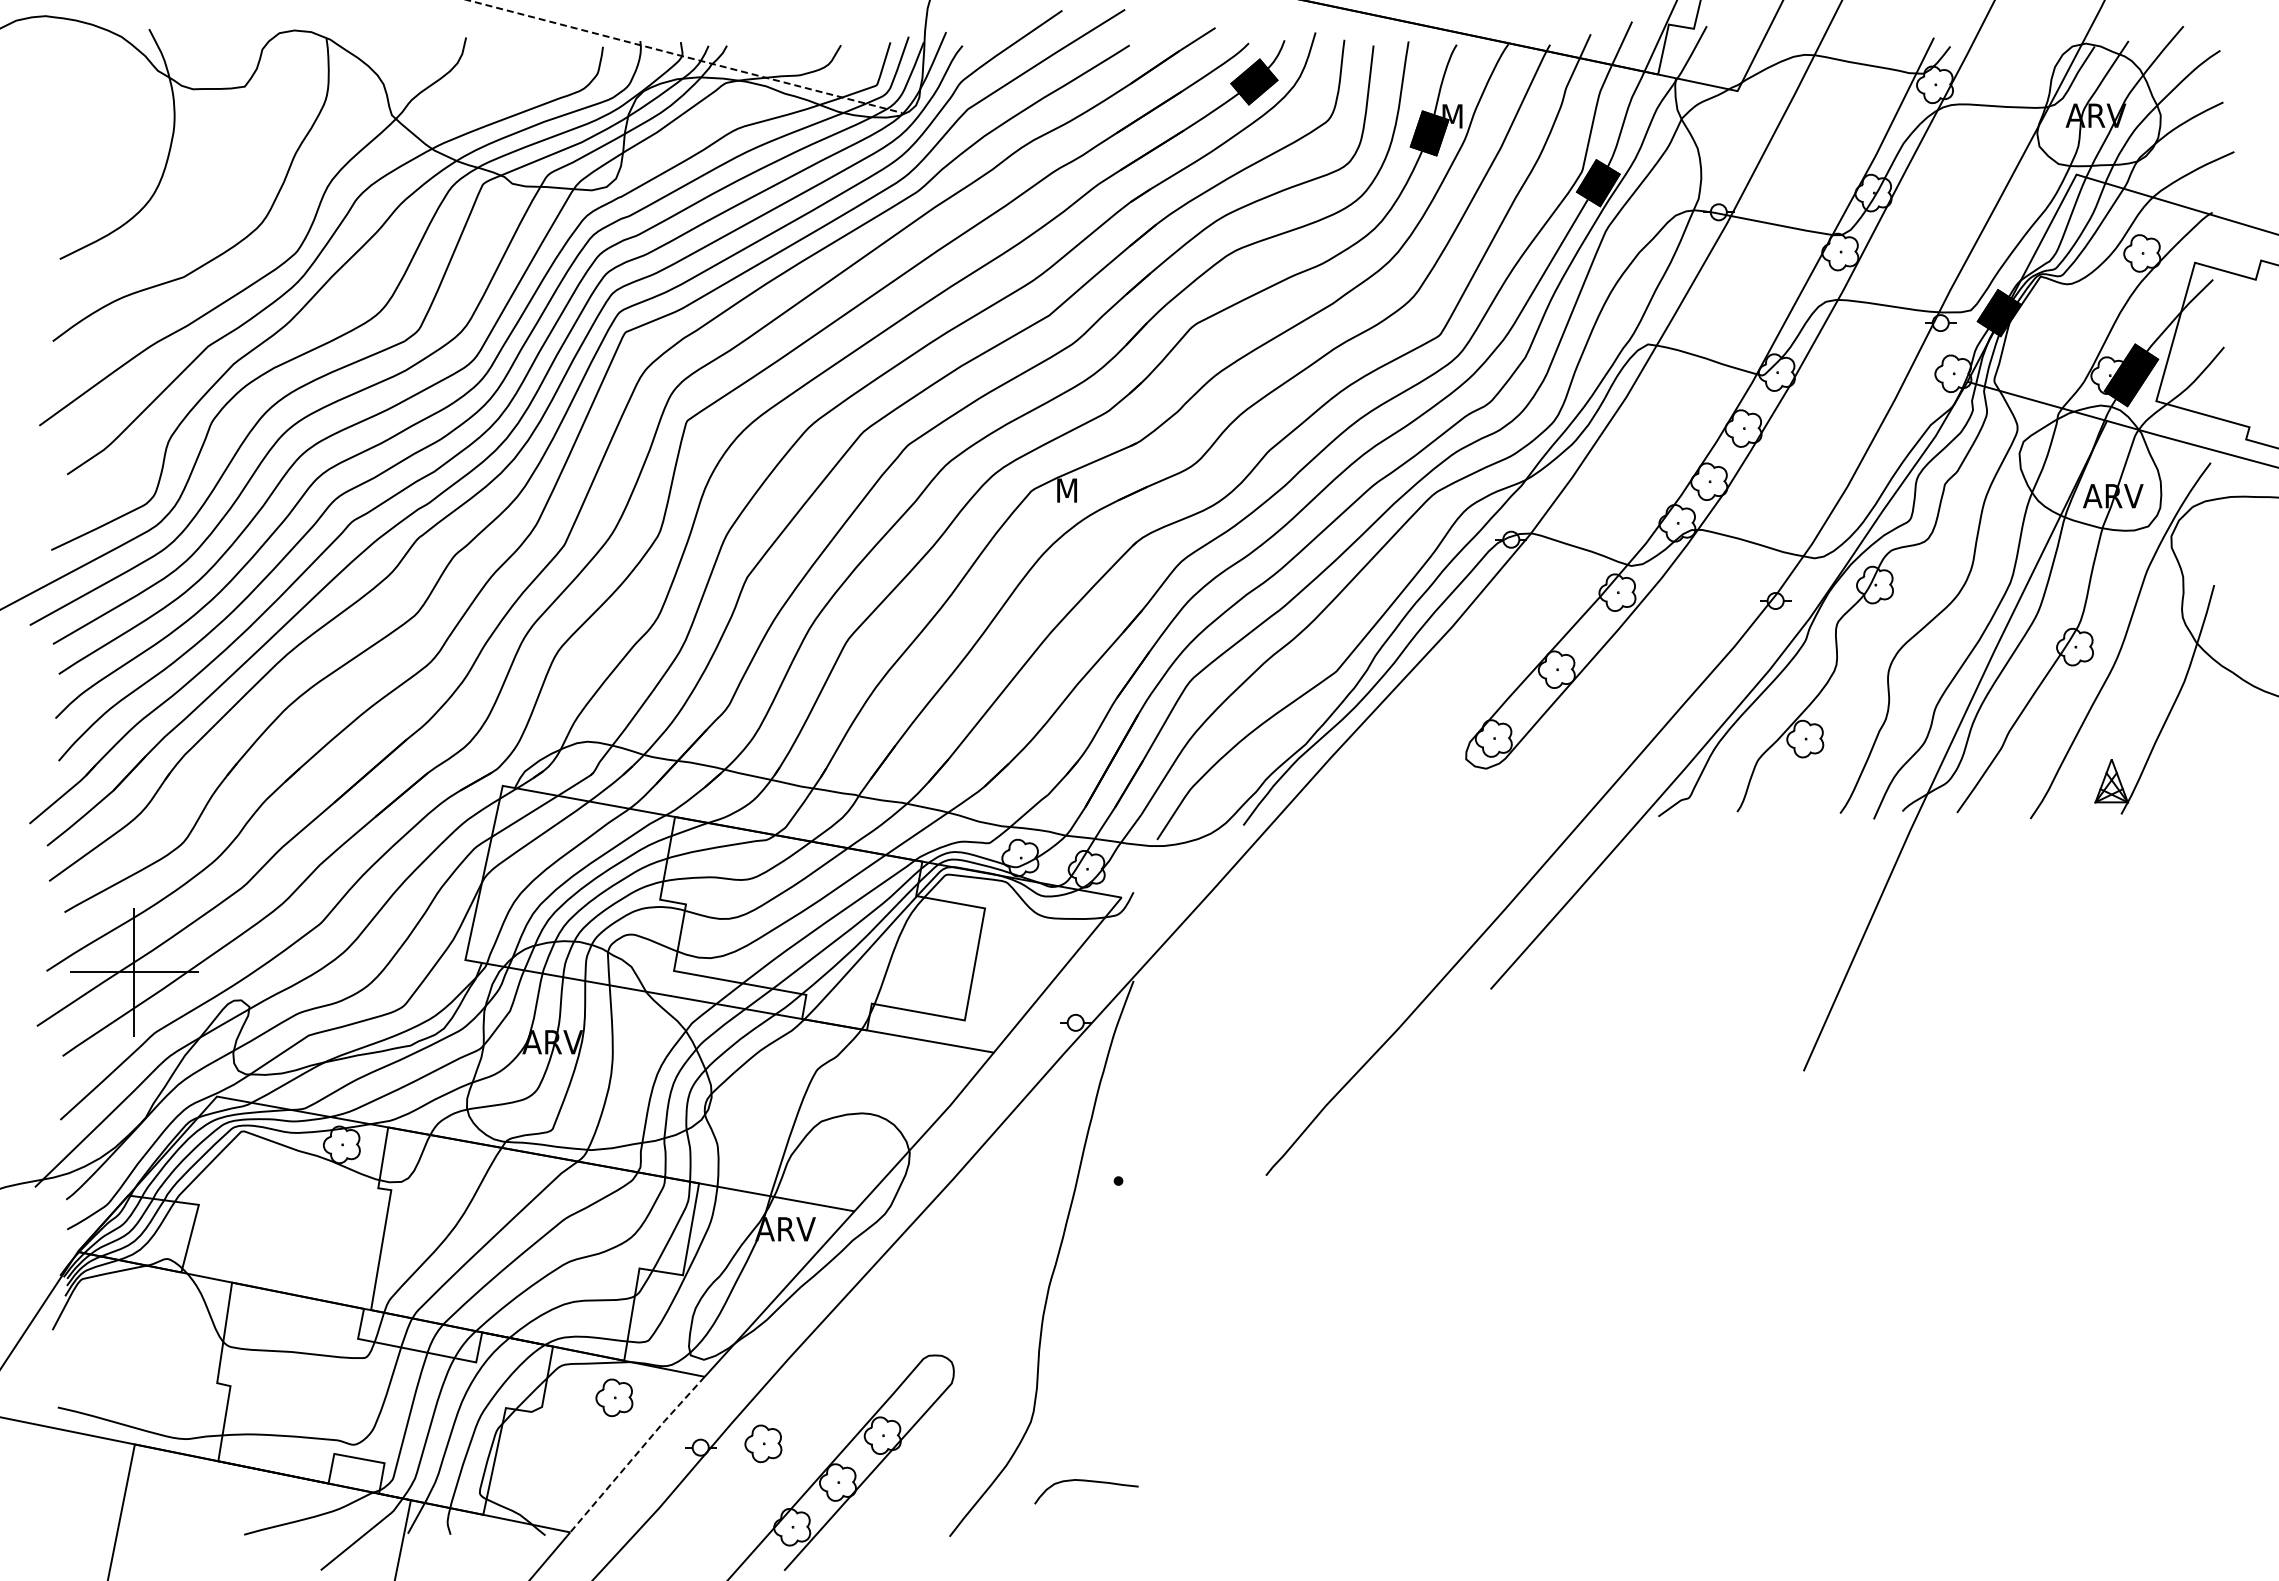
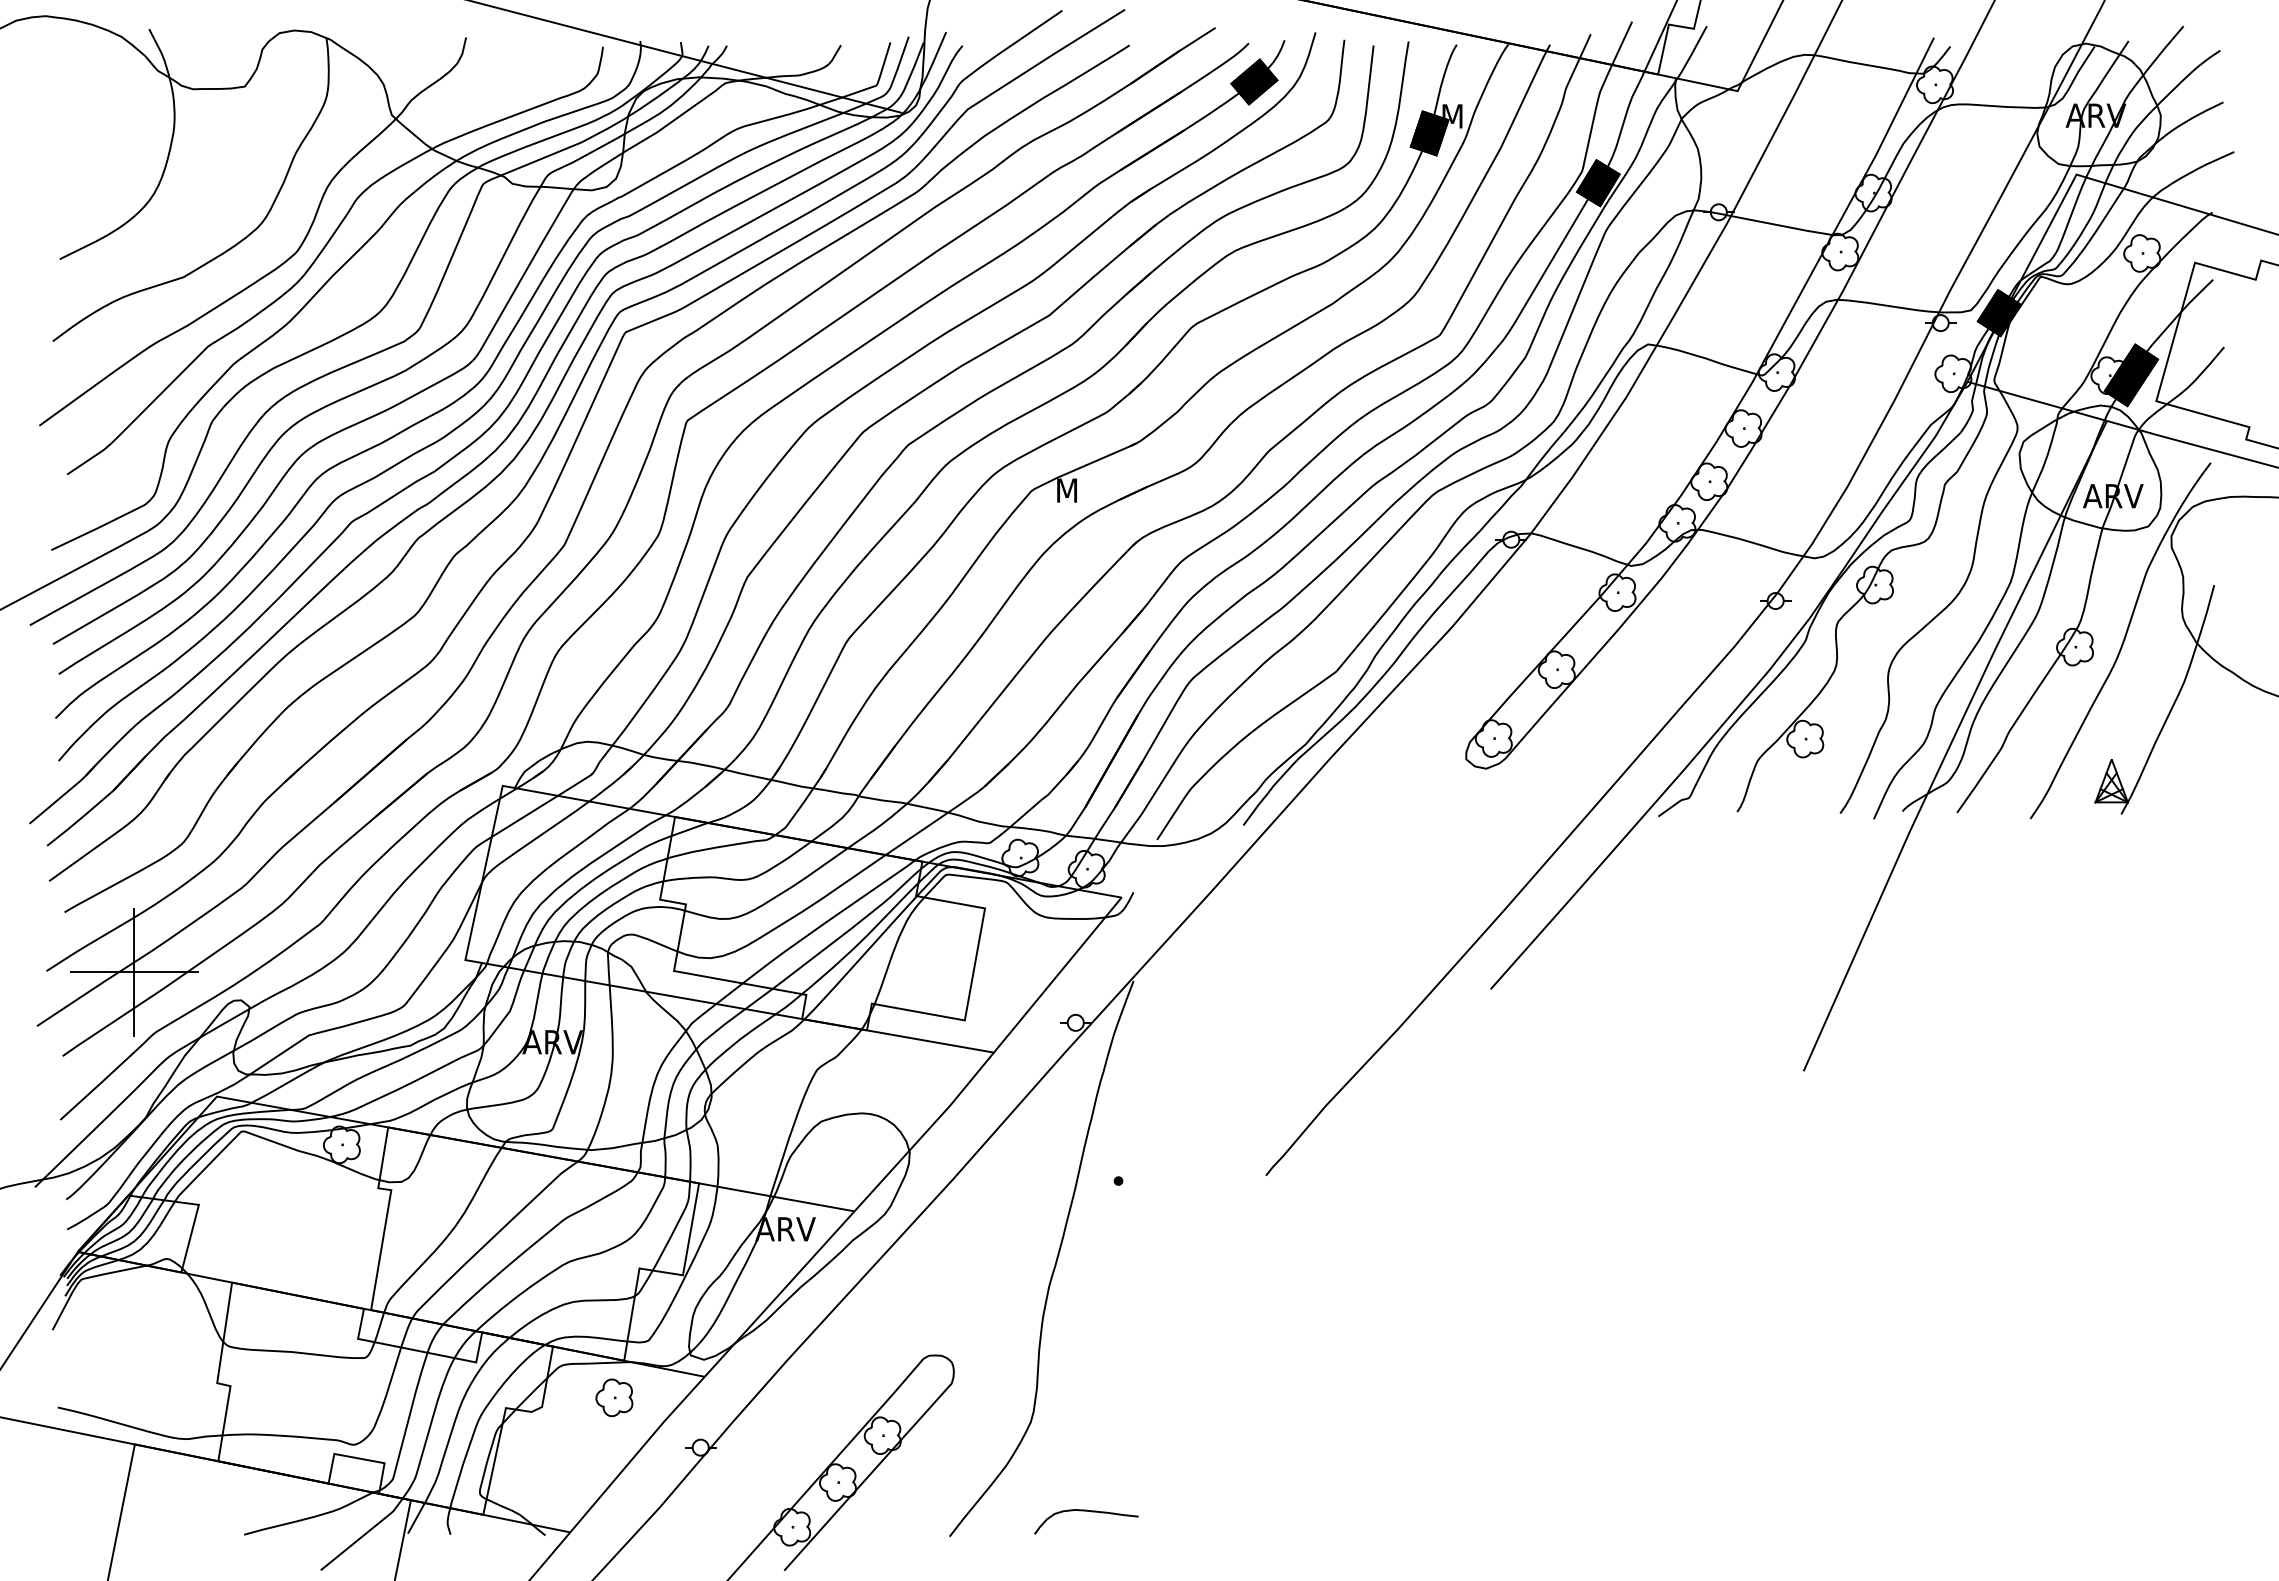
line at (684, 56): dashed -> solid
part at (763, 1443): present -> none
line at (637, 1453): dashed -> solid
curve at (1086, 1481) position: (1086, 1481) -> (1086, 1511)
